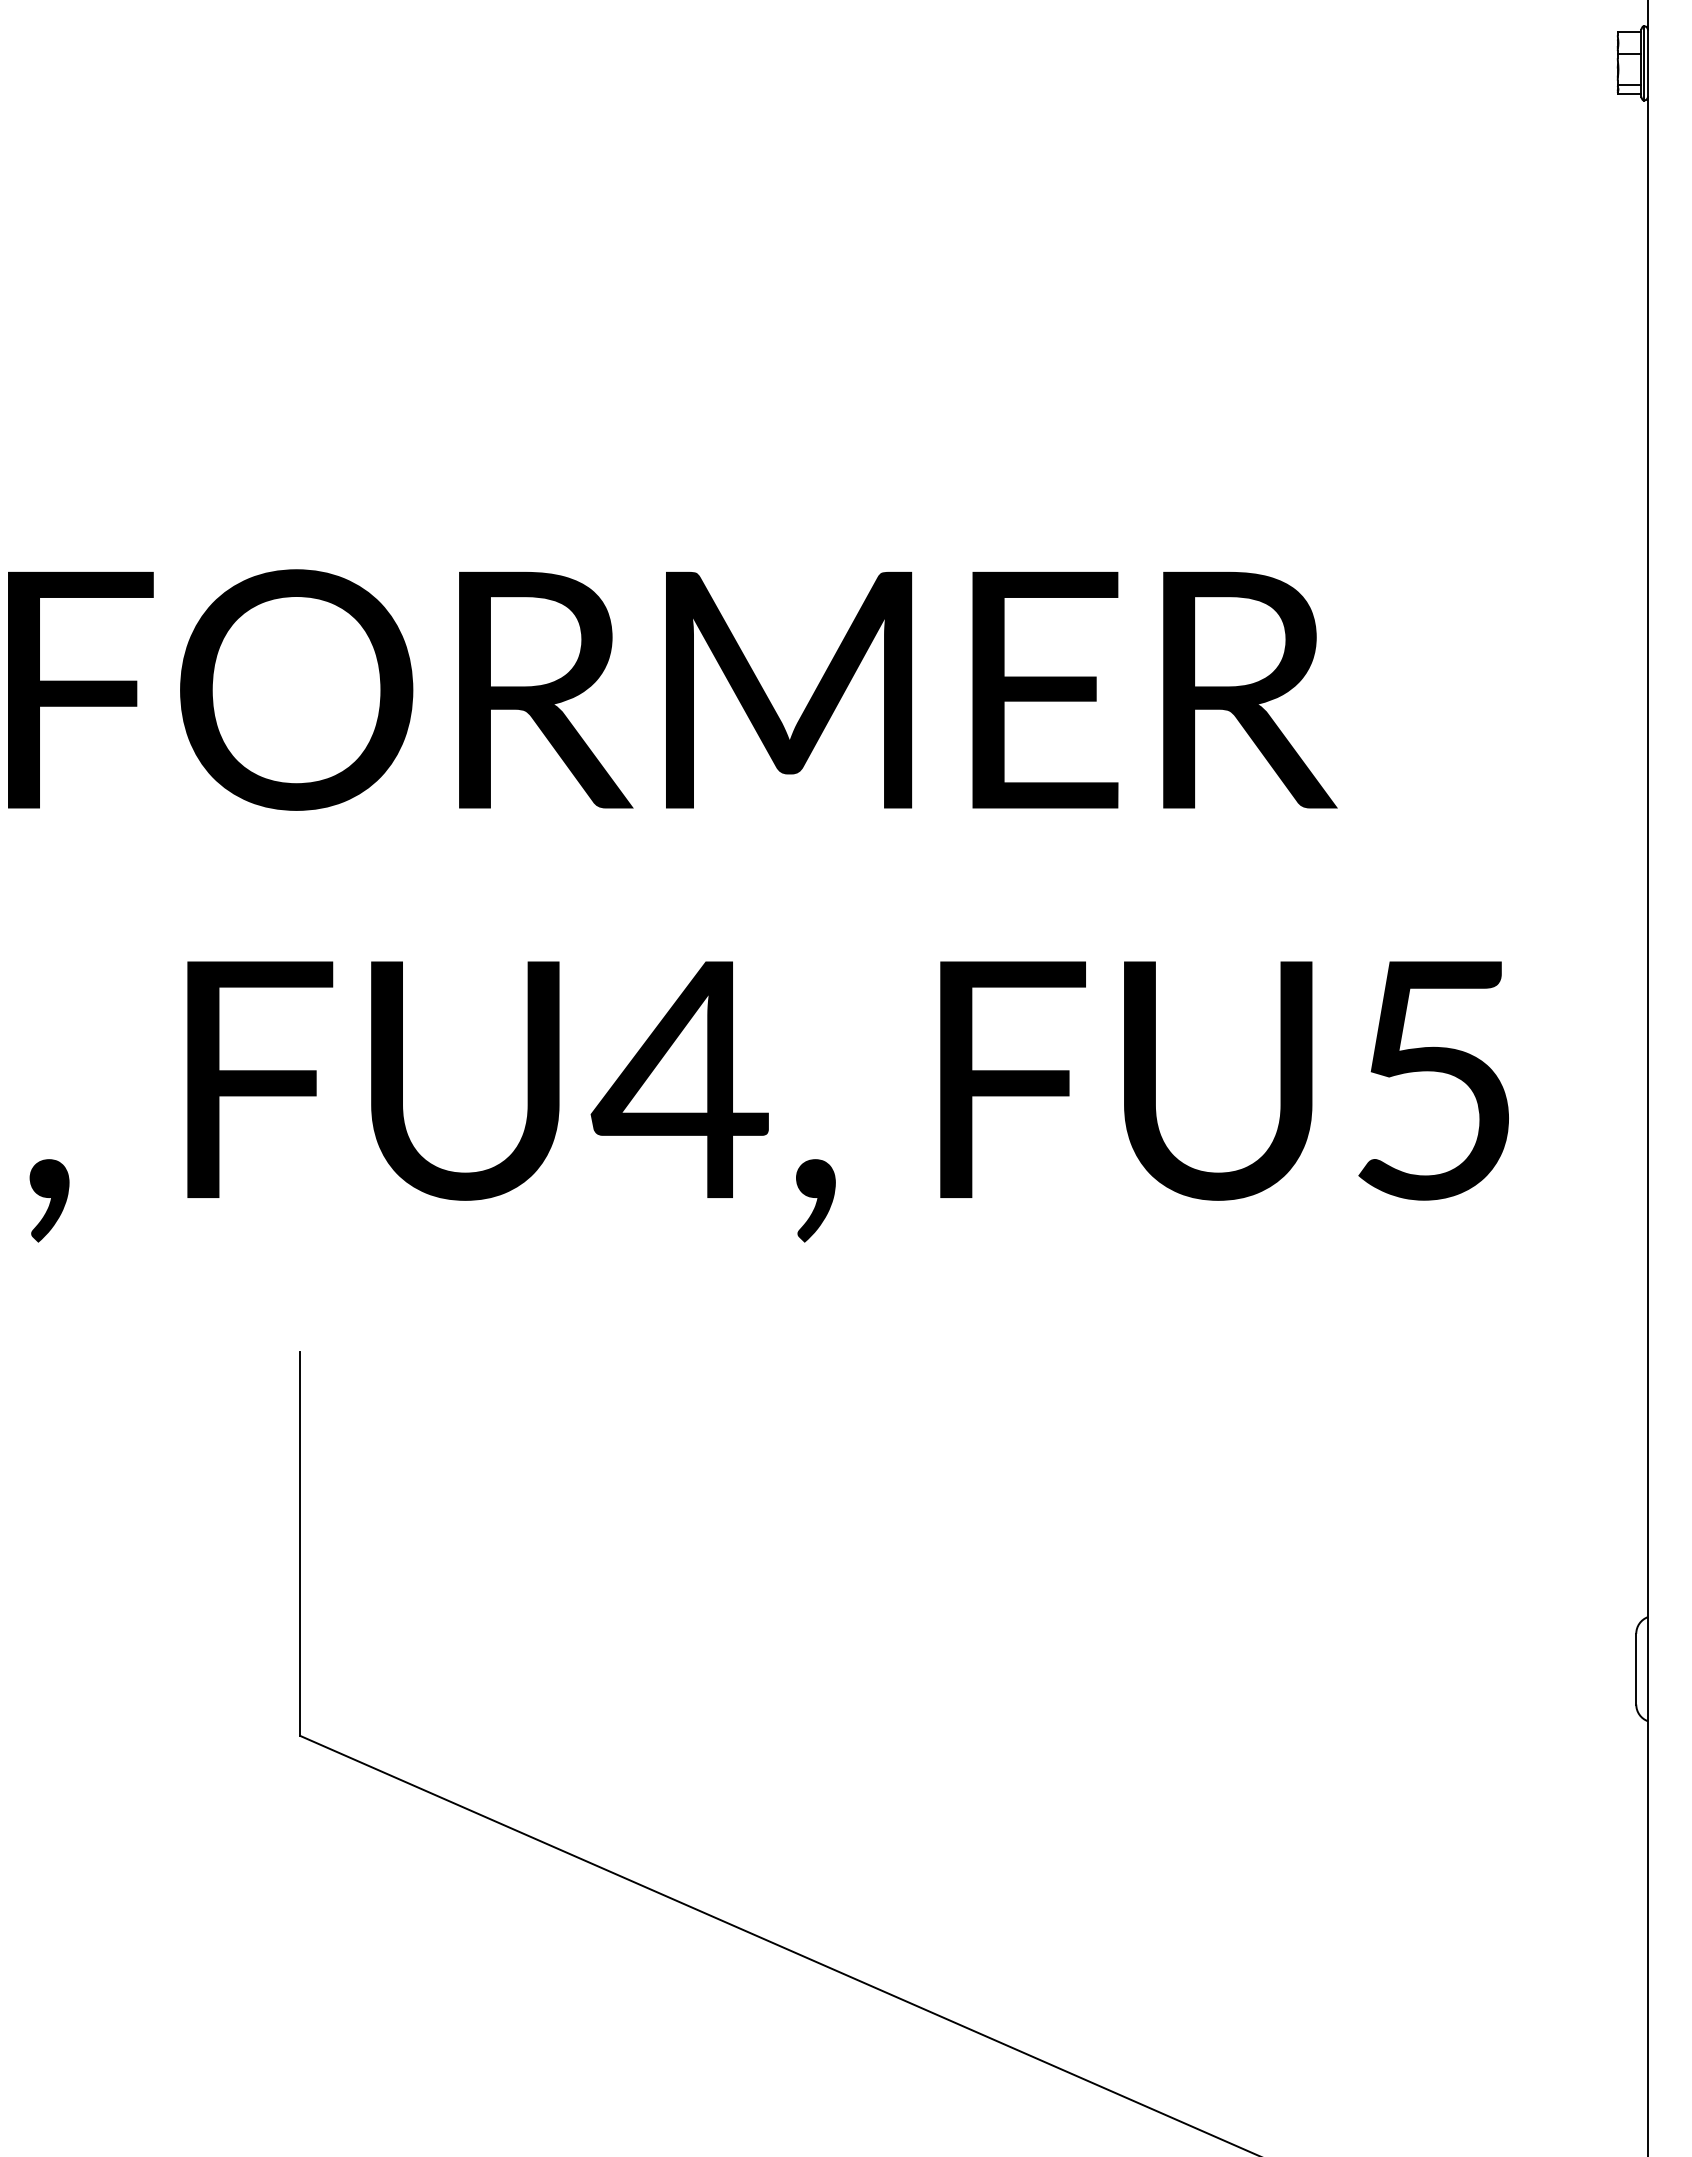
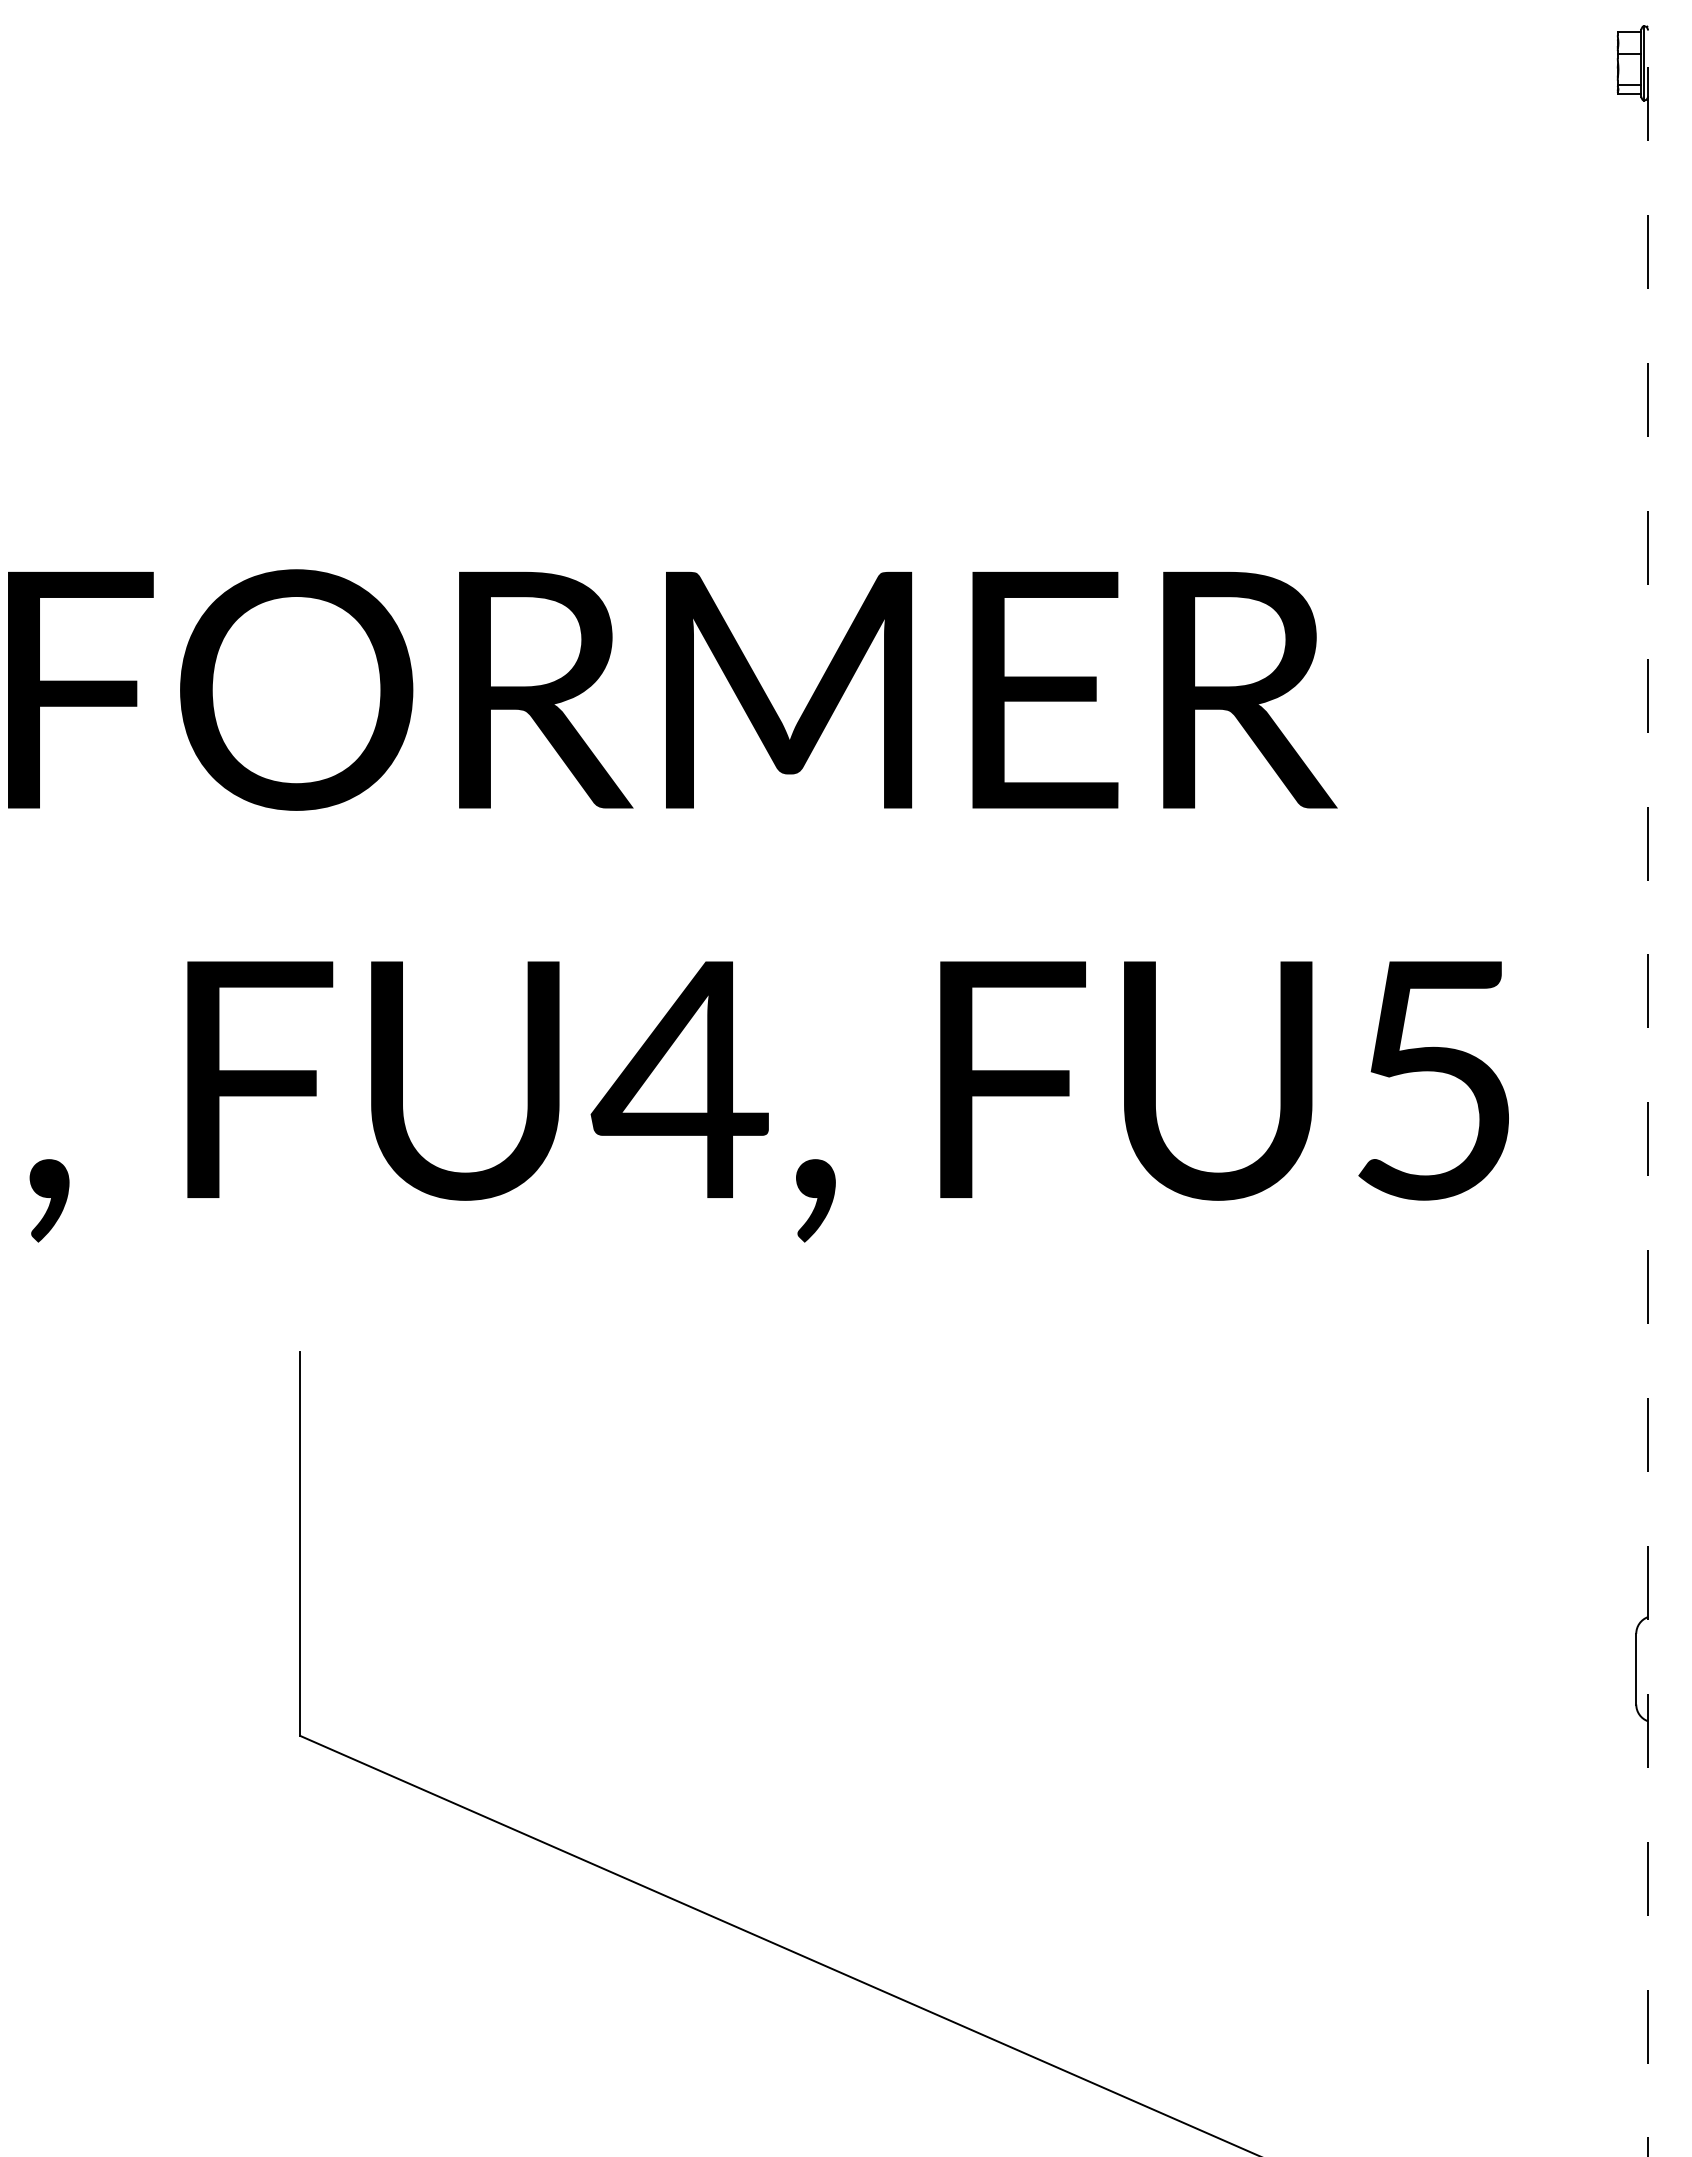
line at (1648, 1078): solid -> dashed
